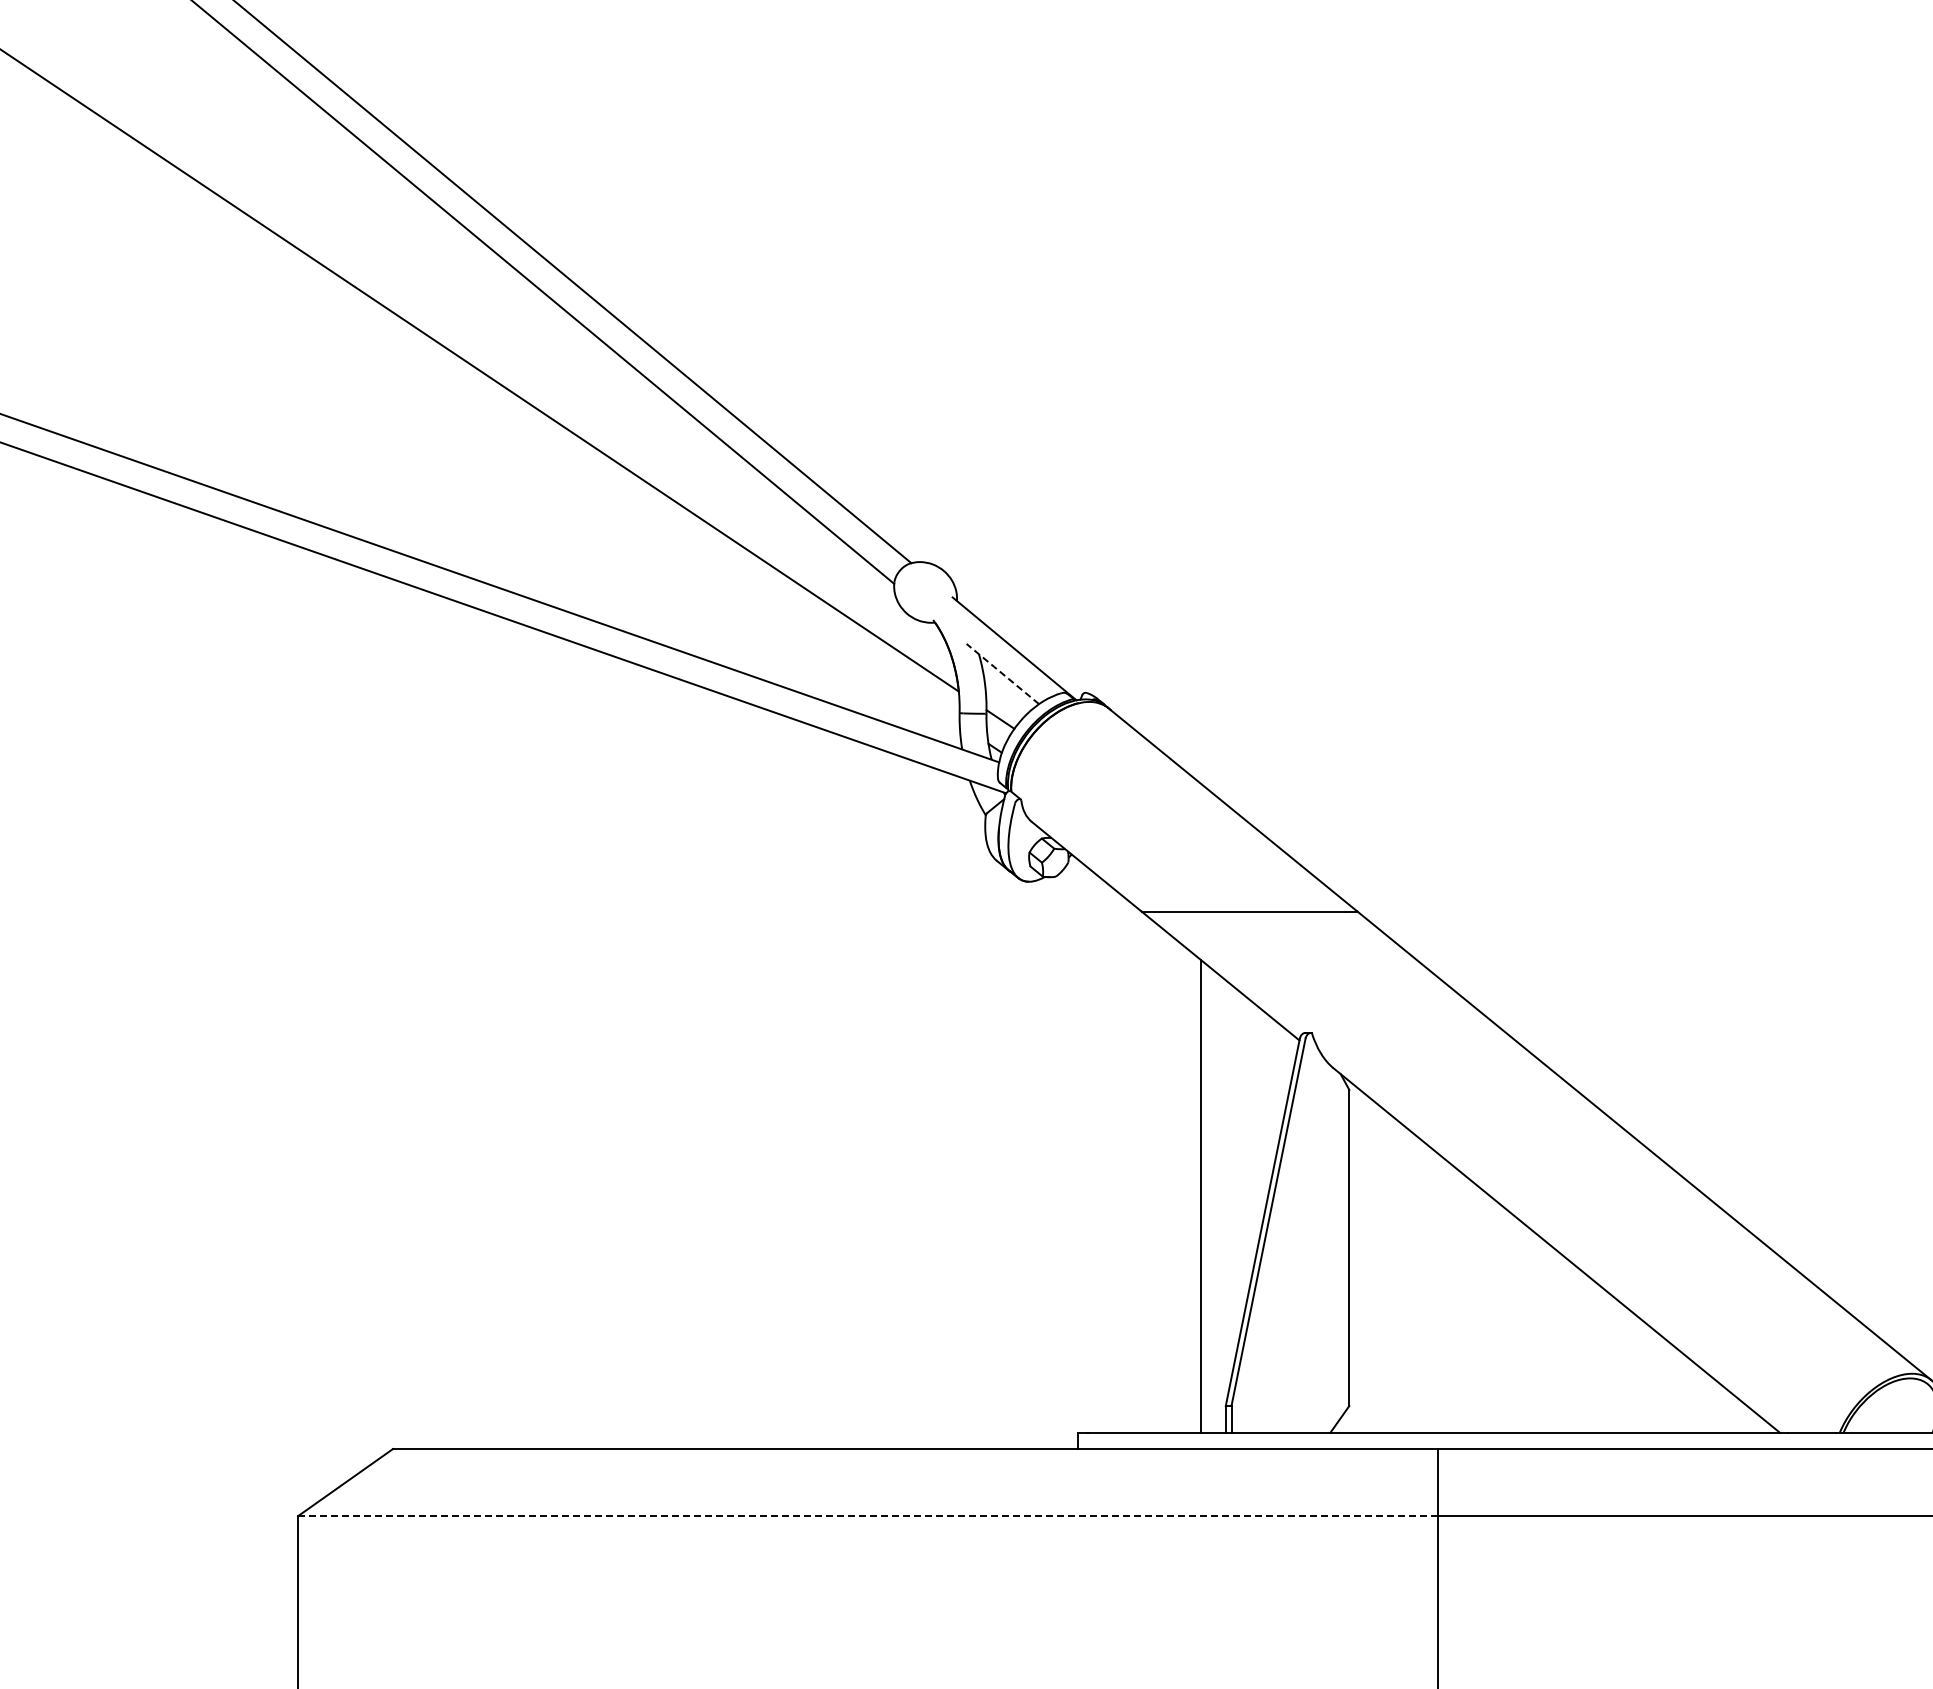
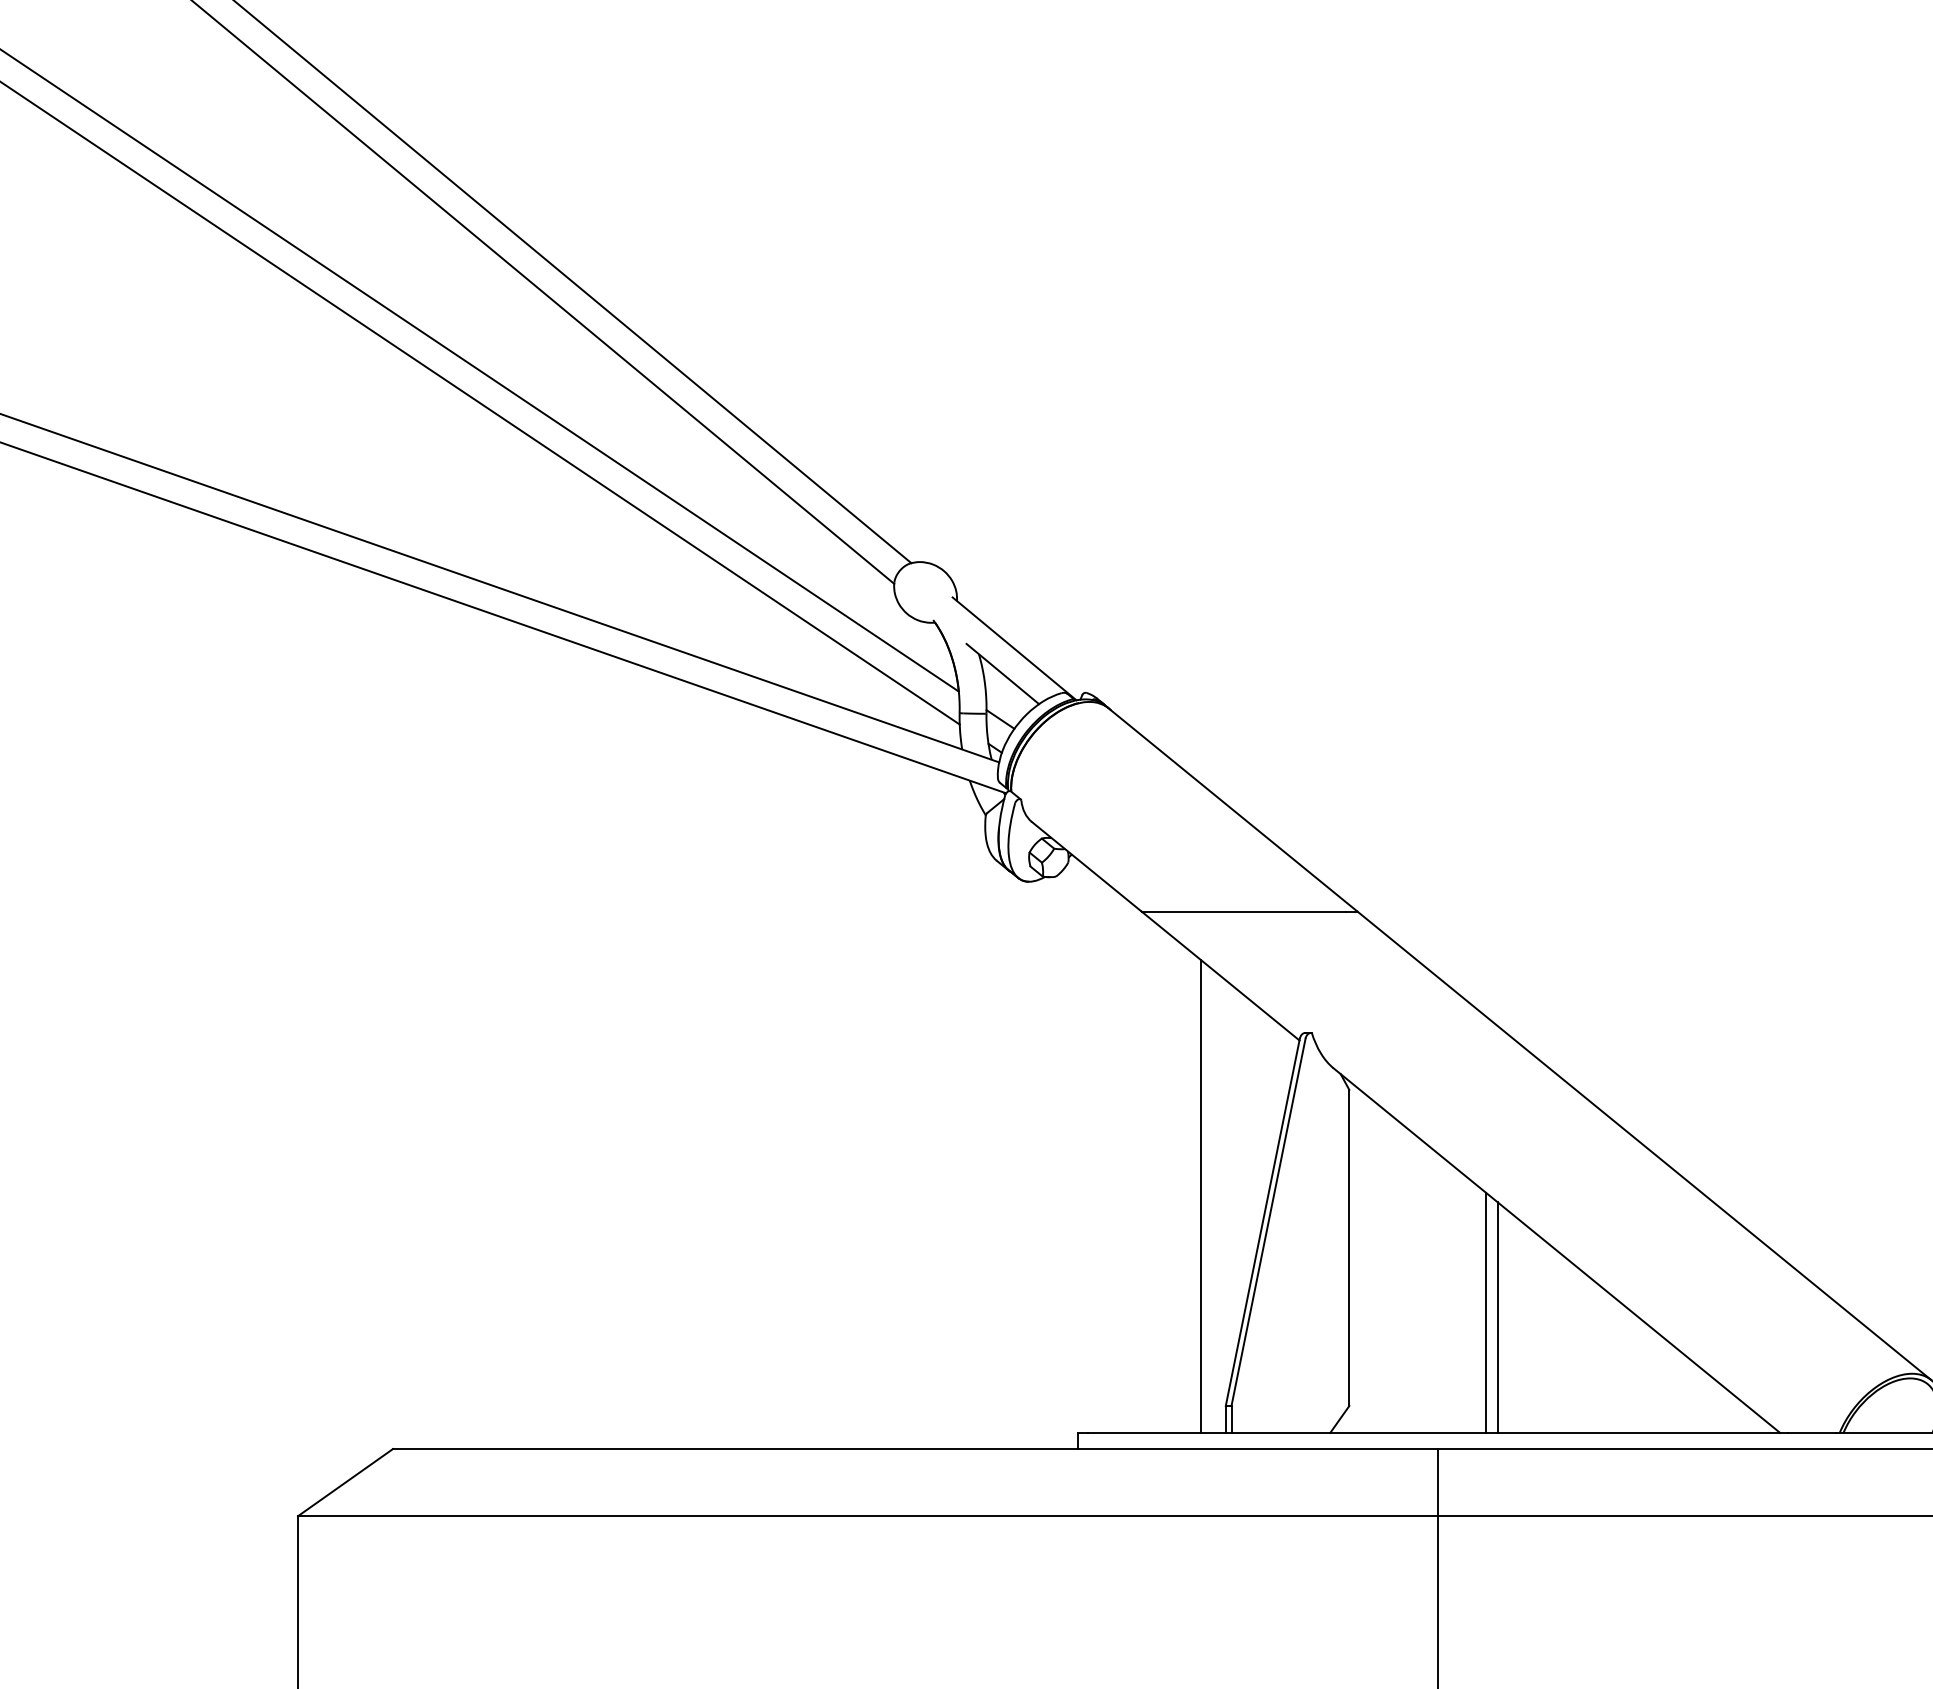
line at (480, 403): none -> present
line at (1002, 673): dashed -> solid
line at (1486, 1312): none -> present
line at (1497, 1317): none -> present
line at (868, 1516): dashed -> solid
